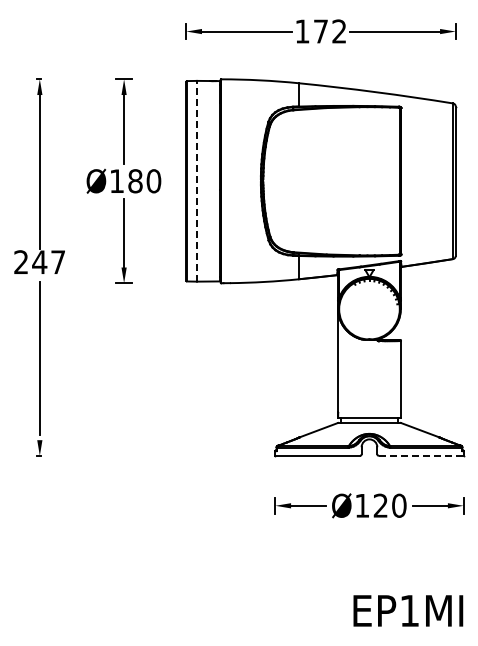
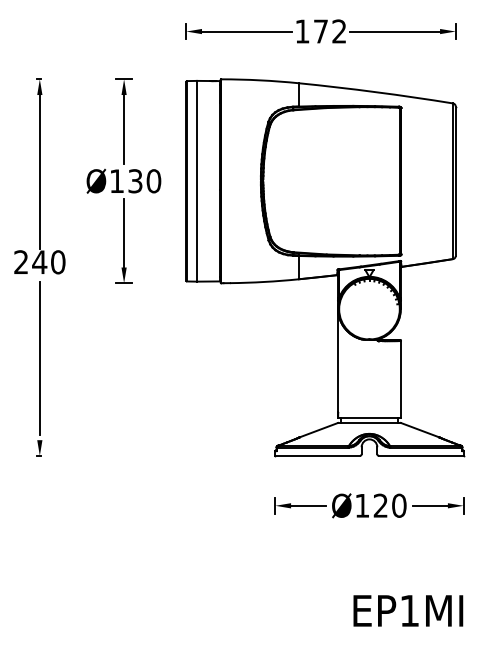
line at (196, 180): dashed -> solid
text at (135, 181): Ø180 -> Ø130
text at (58, 262): 247 -> 240
line at (421, 455): dashed -> solid
